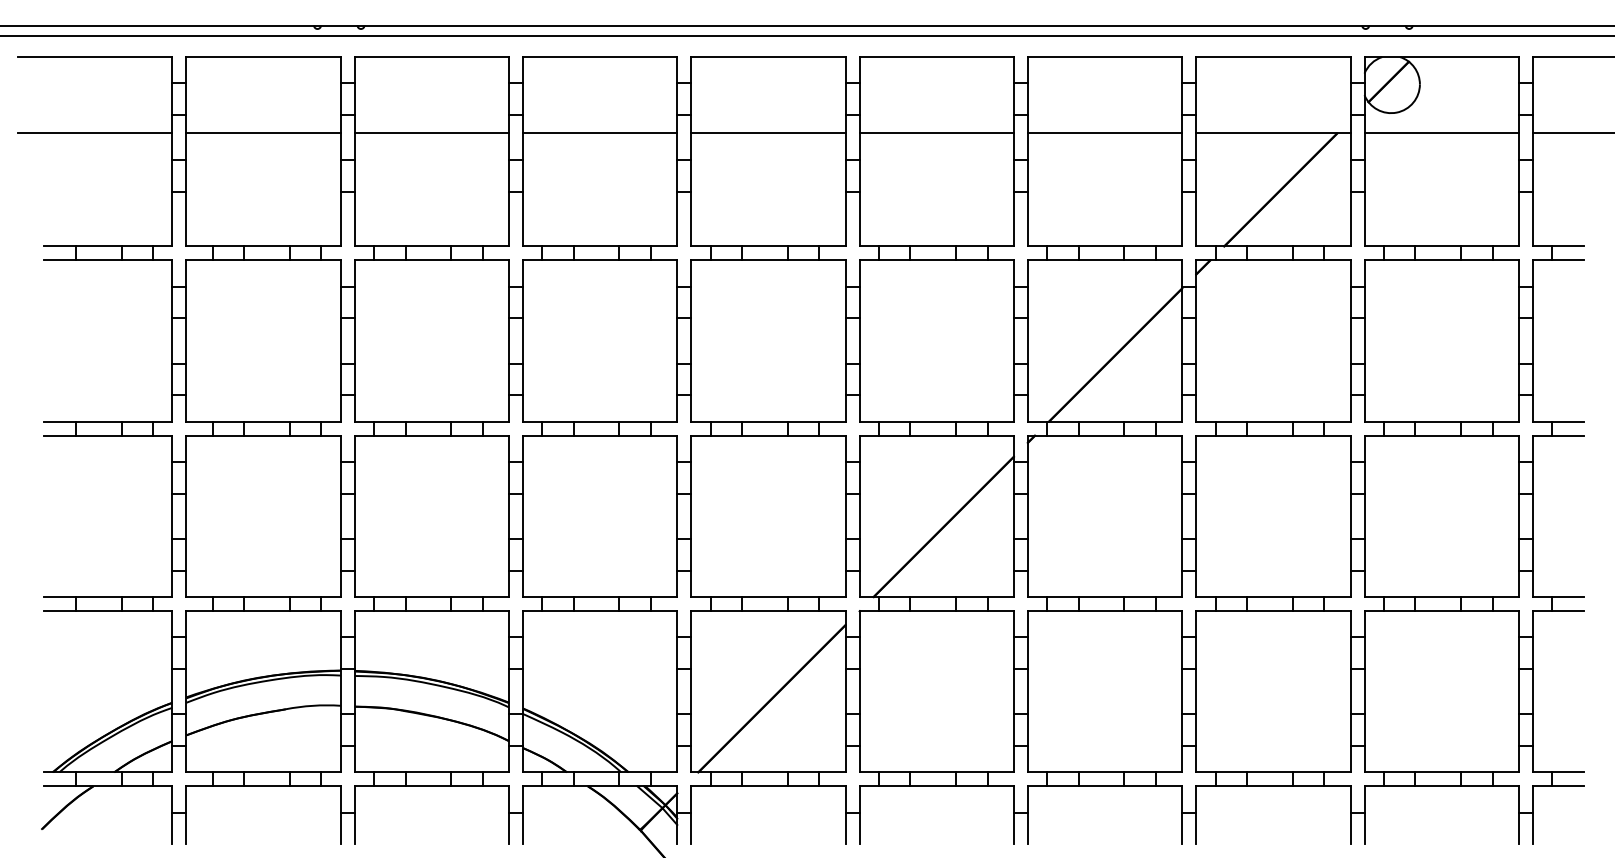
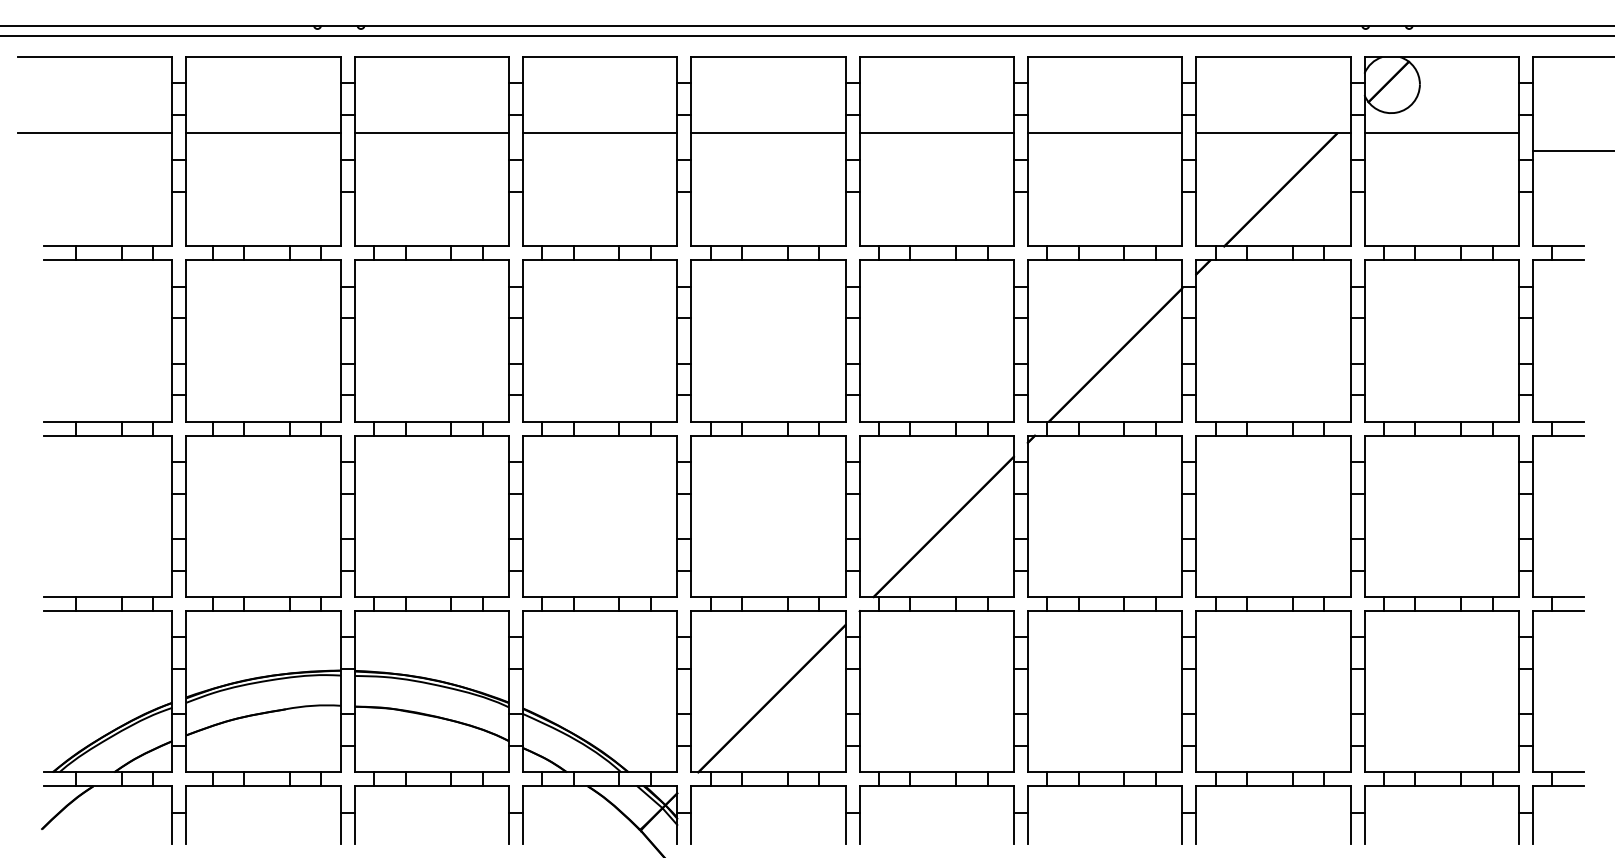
line at (1571, 133) position: (1571, 133) -> (1571, 151)
